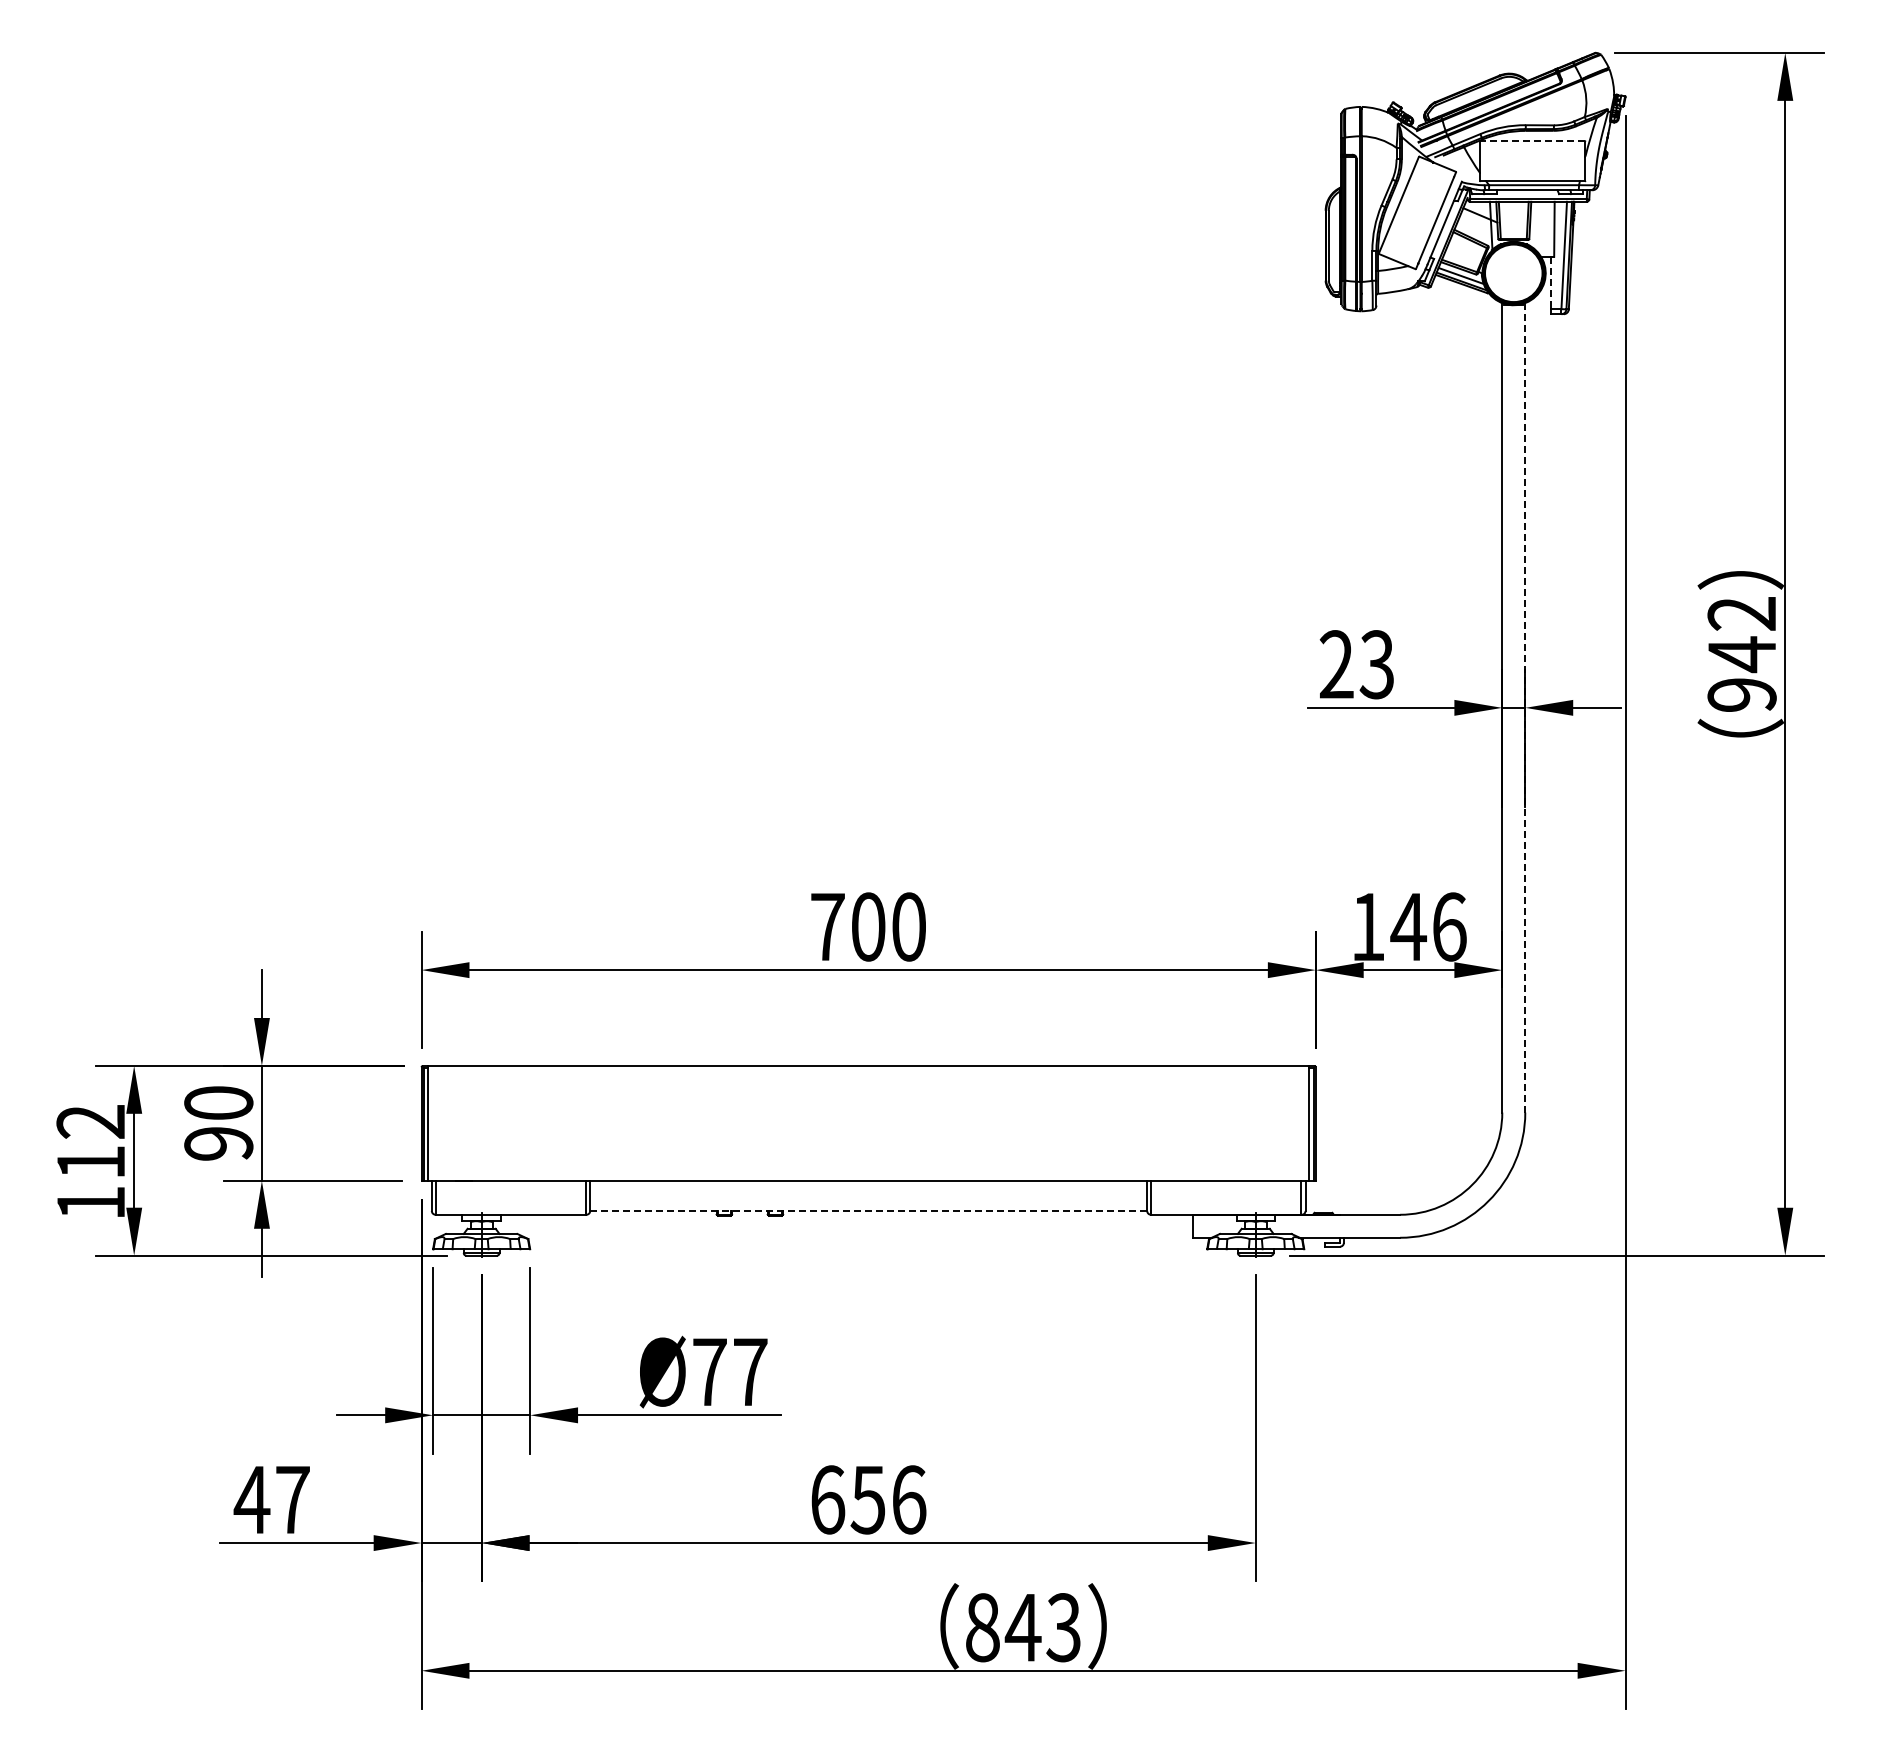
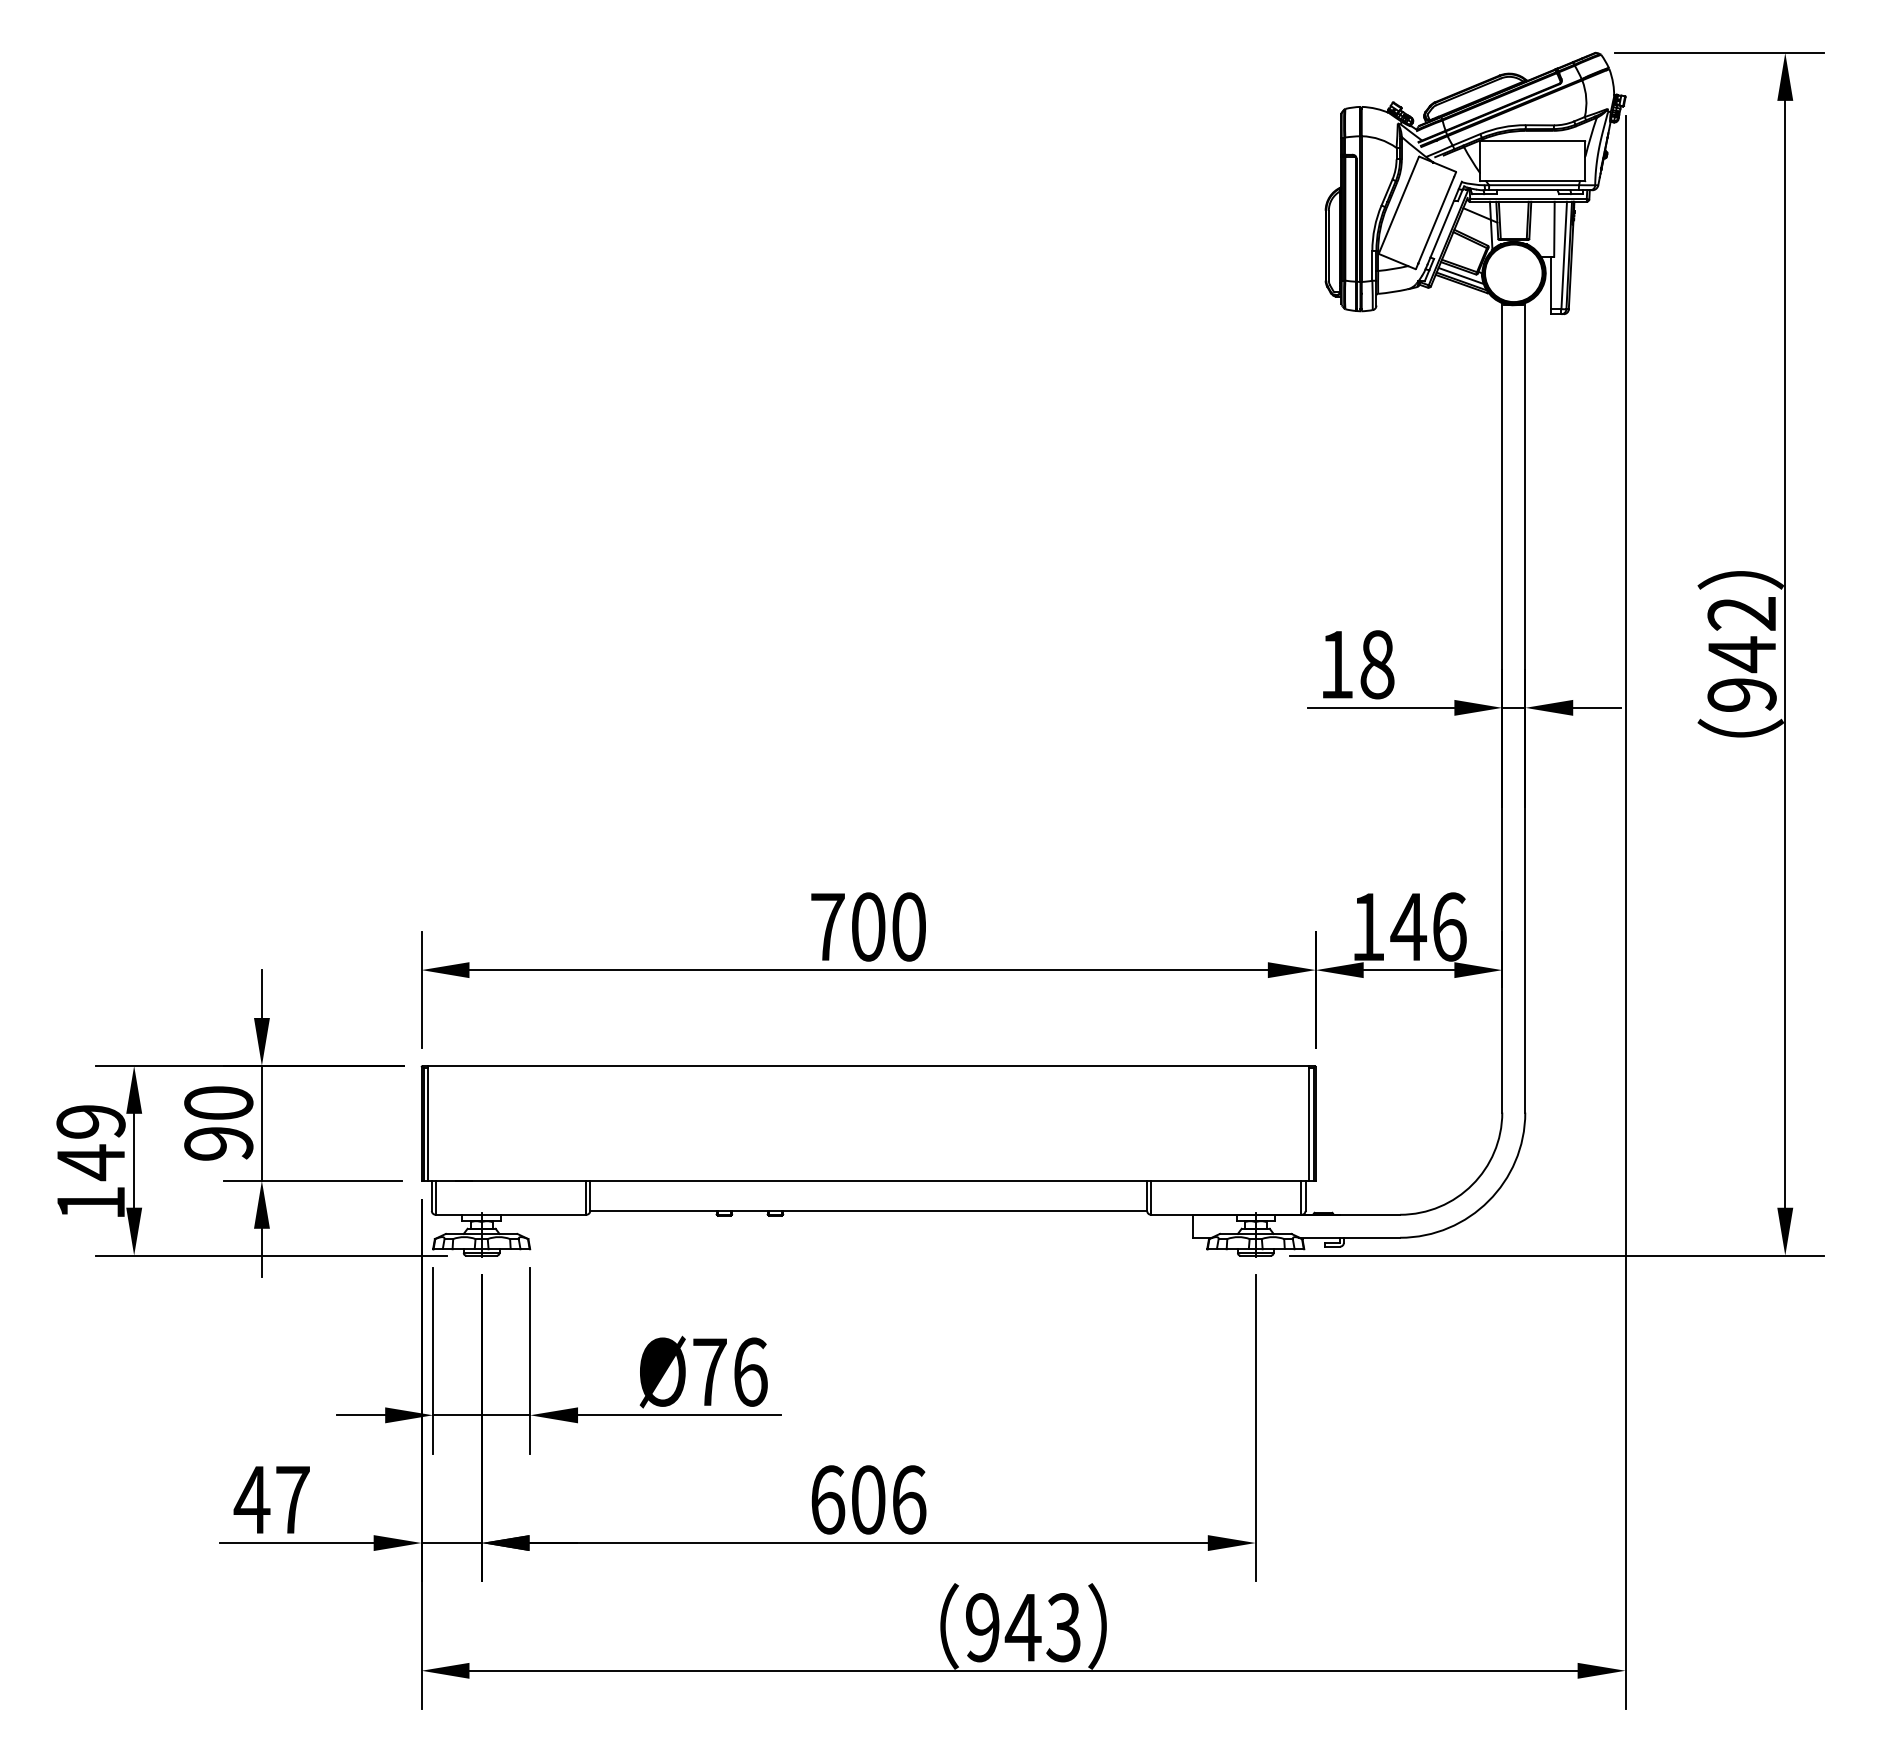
line at (1532, 141): dashed -> solid
line at (1551, 283): dashed -> solid
text at (1356, 664): 23 -> 18
line at (1525, 707): dashed -> solid
text at (90, 1143): 112 -> 149
line at (868, 1210): dashed -> solid
text at (750, 1371): Ø77 -> Ø76
text at (867, 1499): 656 -> 606
text at (982, 1627): 843 -> 943
